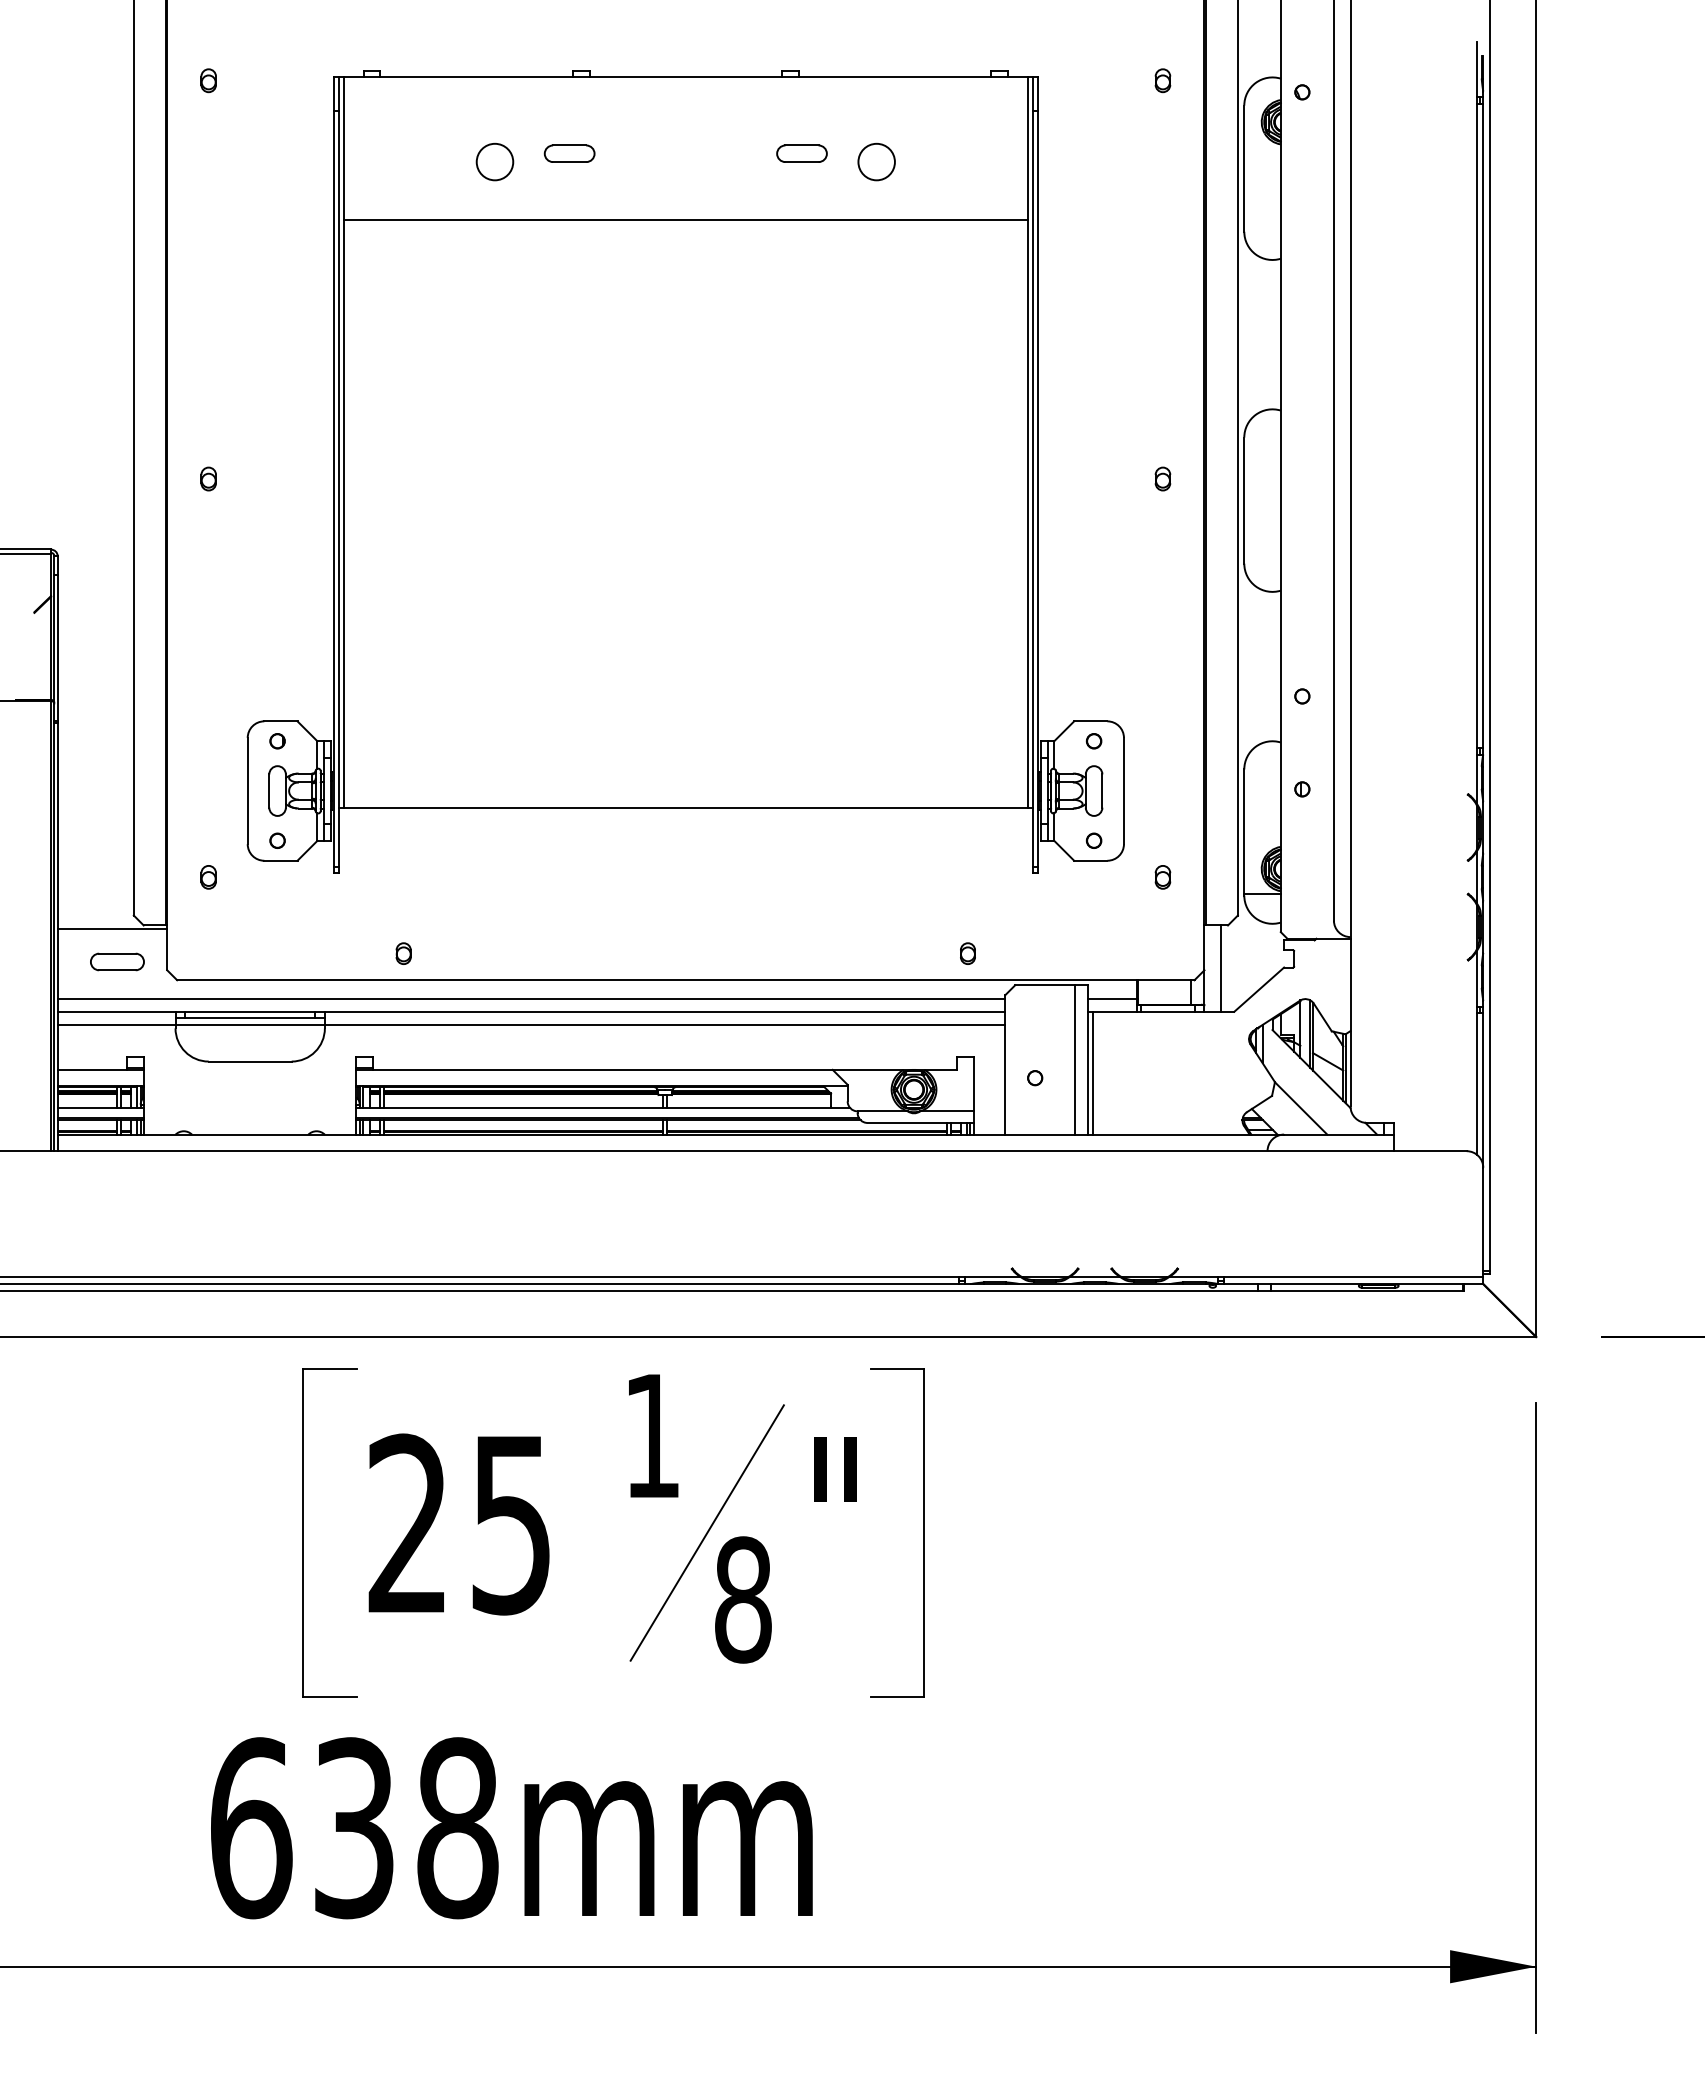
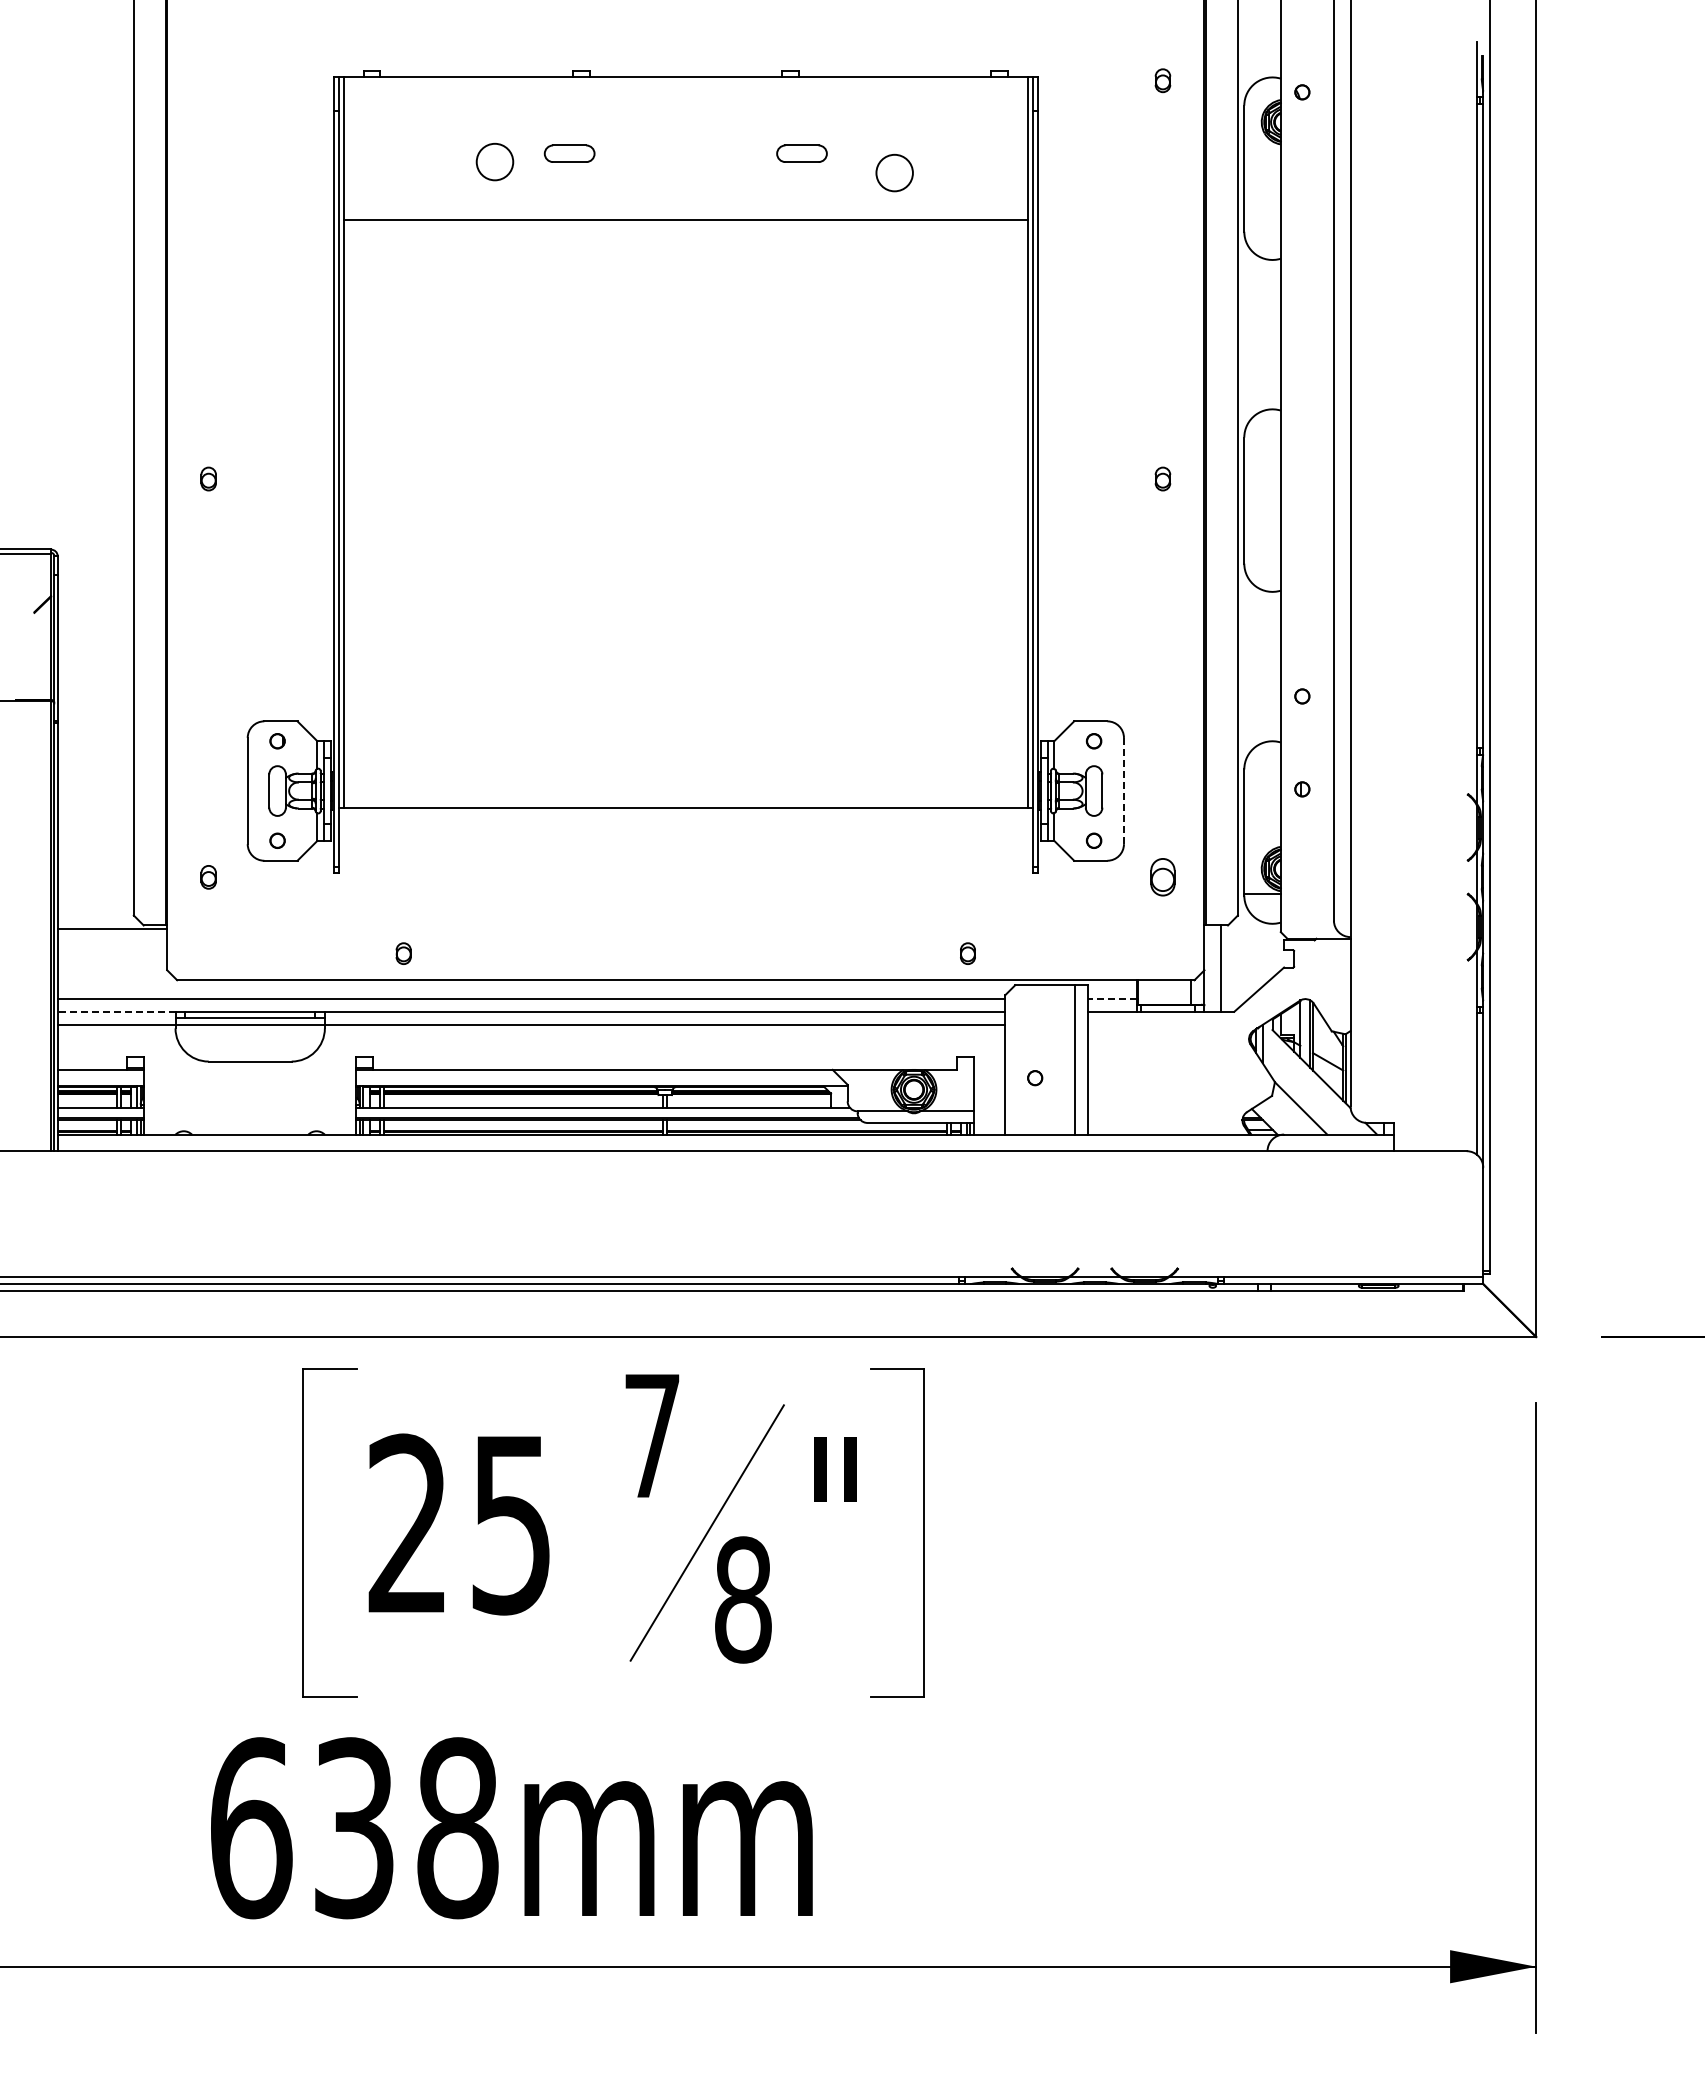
part at (208, 80): present -> none
circle at (876, 161) position: (876, 161) -> (894, 172)
line at (1123, 791): solid -> dashed
part at (1162, 877) size: 18x25 px -> 26x39 px
part at (117, 961): present -> none
line at (1112, 998): solid -> dashed
line at (116, 1011): solid -> dashed
line at (1093, 1072): present -> none
text at (652, 1435): 1 -> 7
